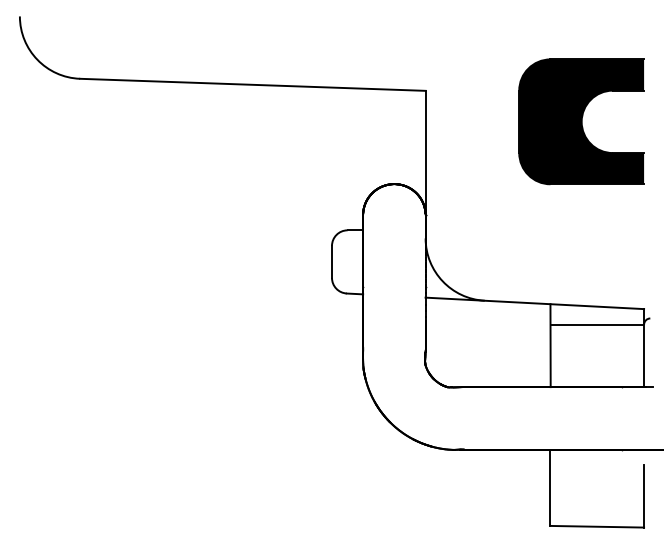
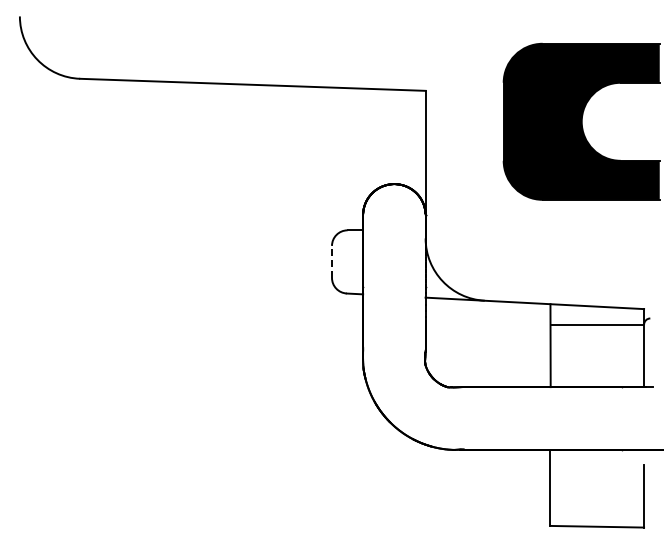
part at (581, 121) size: 127x128 px -> 159x159 px
line at (332, 261): solid -> dashed
